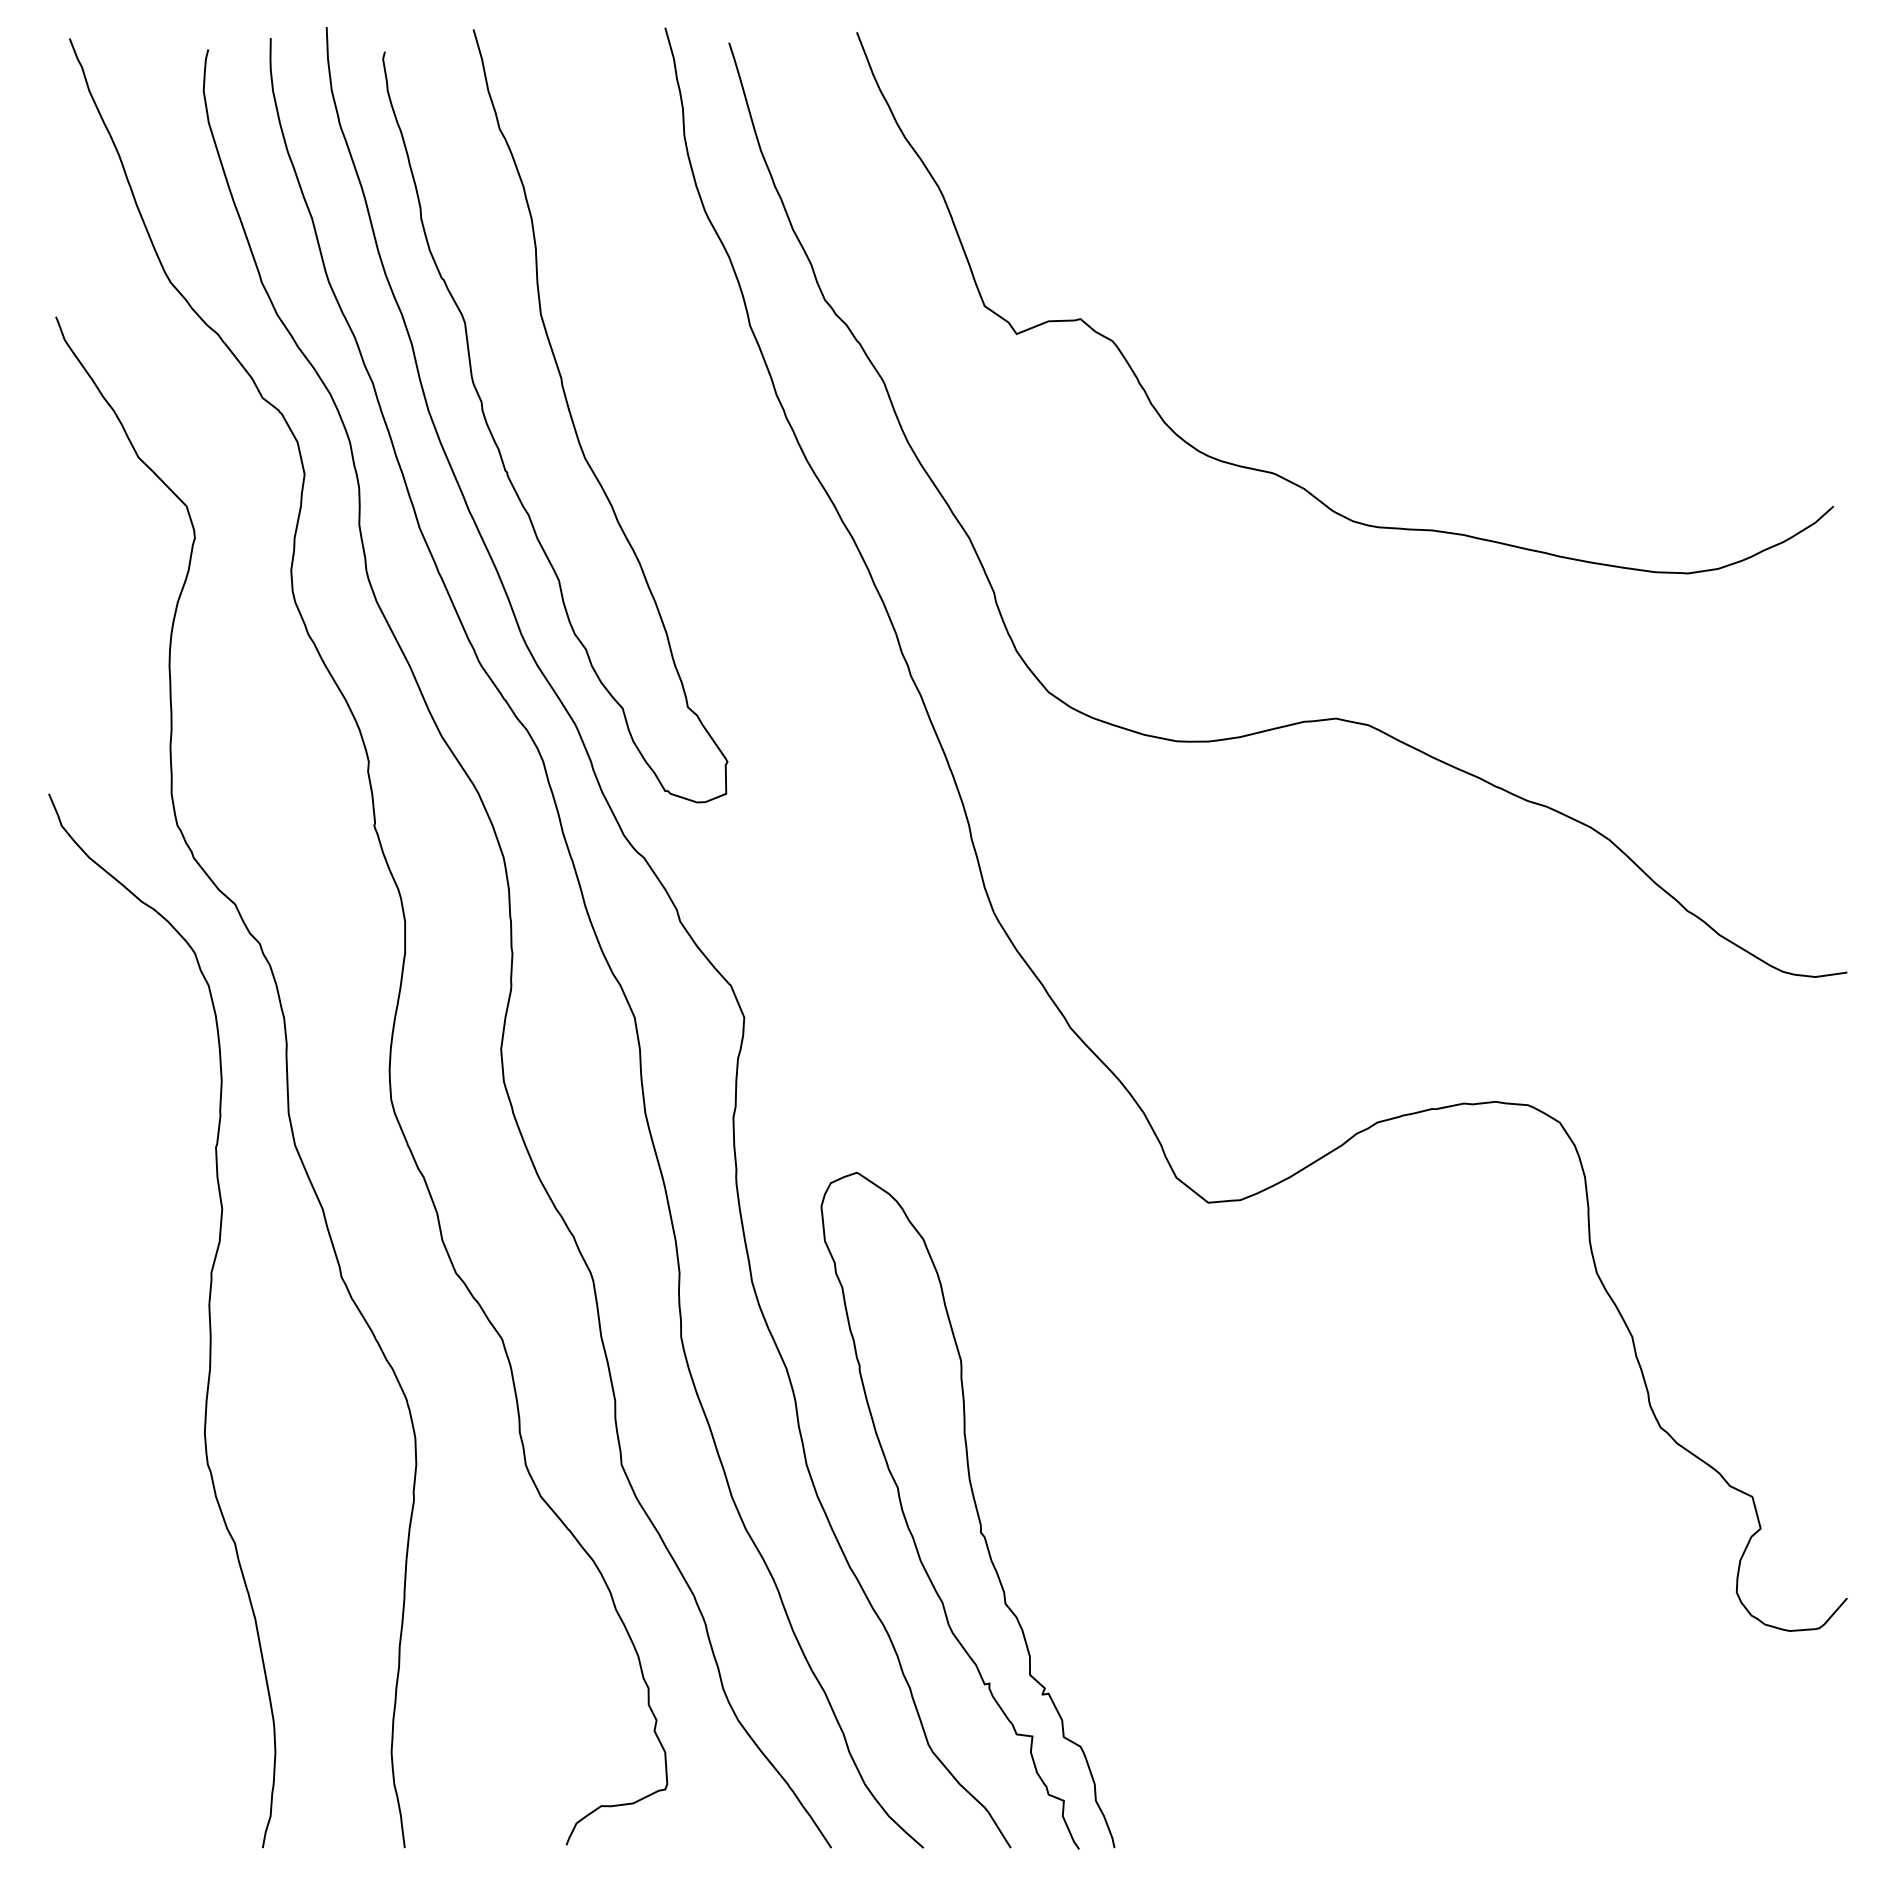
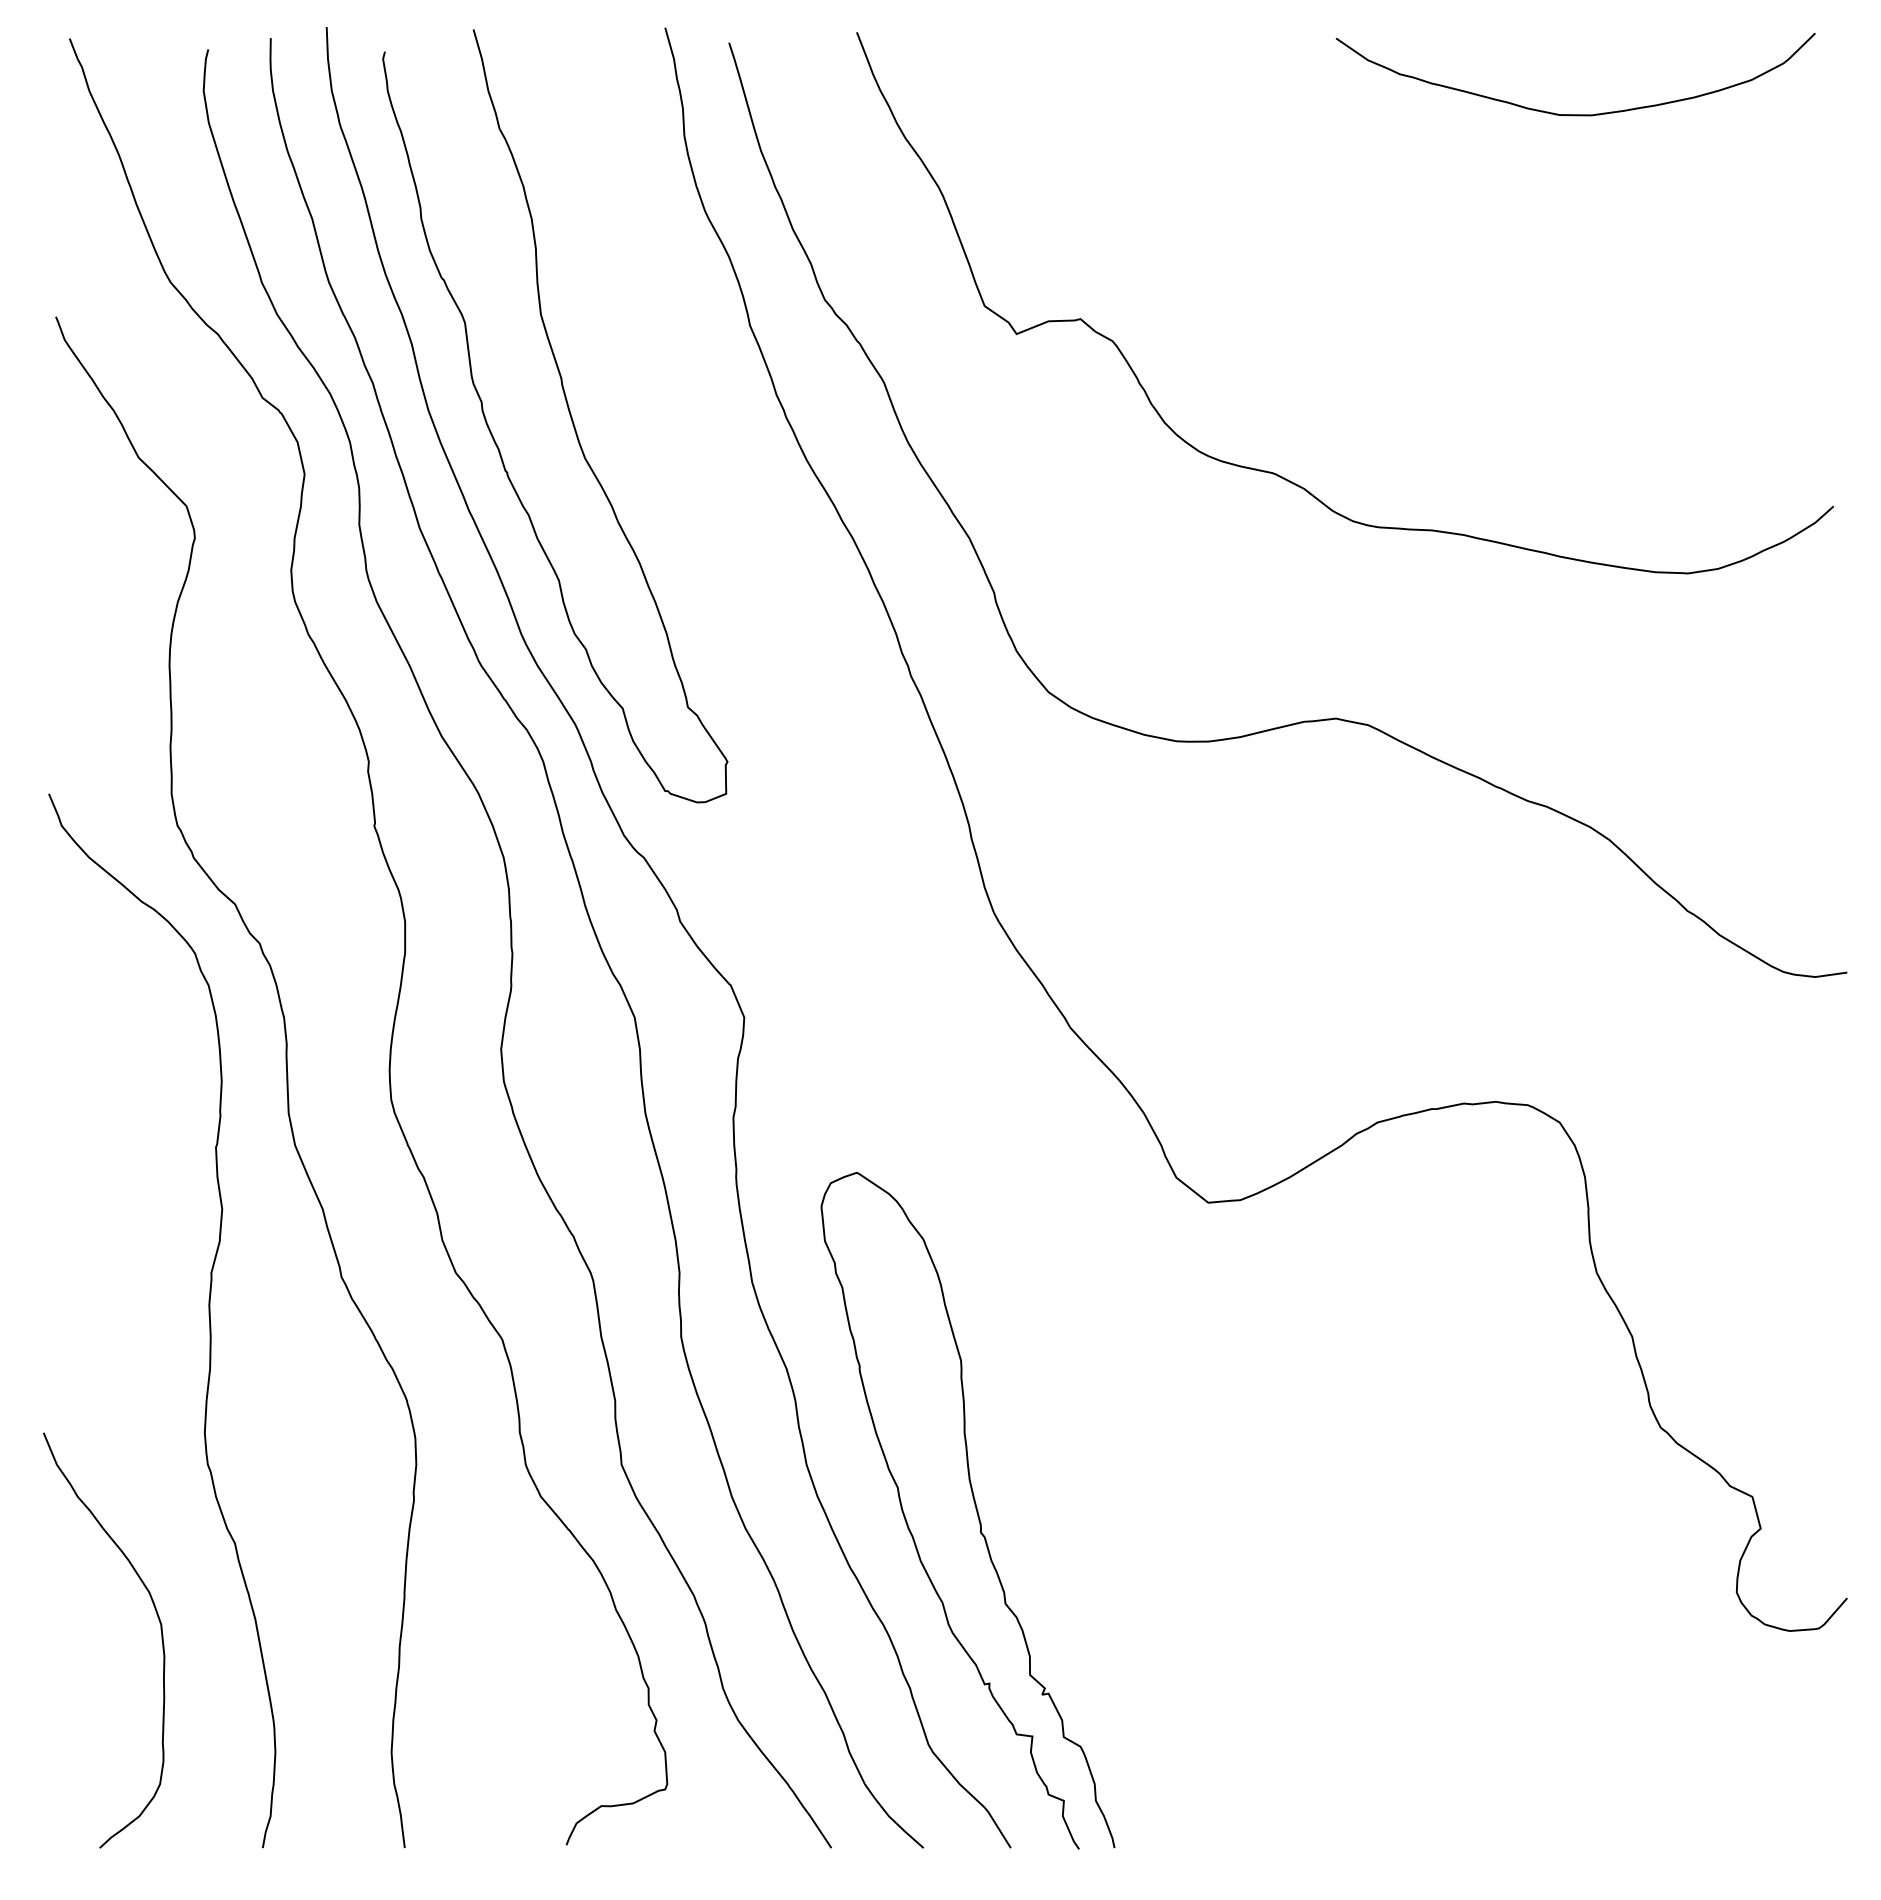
curve at (1575, 114): none -> present
curve at (160, 1630): none -> present
